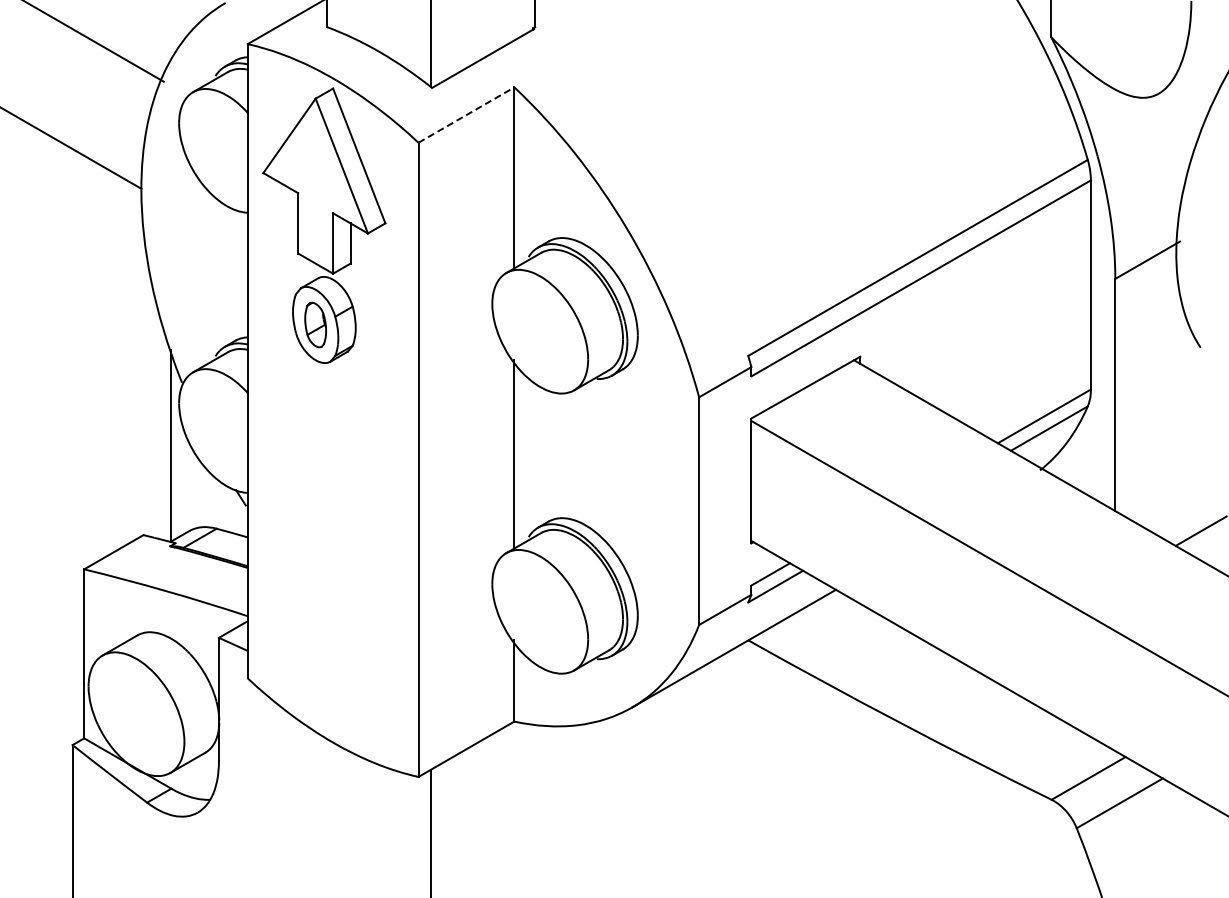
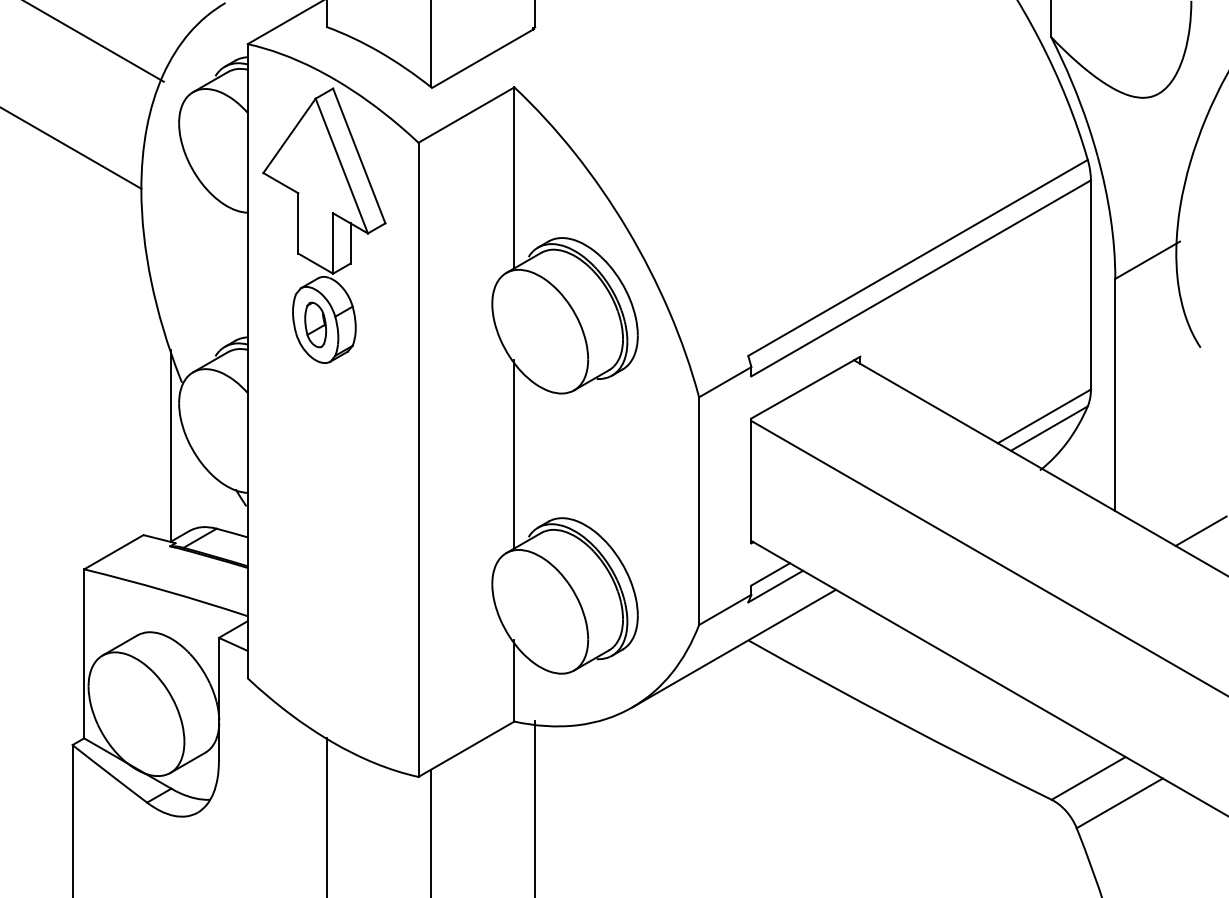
line at (466, 114): dashed -> solid
line at (535, 807): none -> present
line at (327, 815): none -> present
